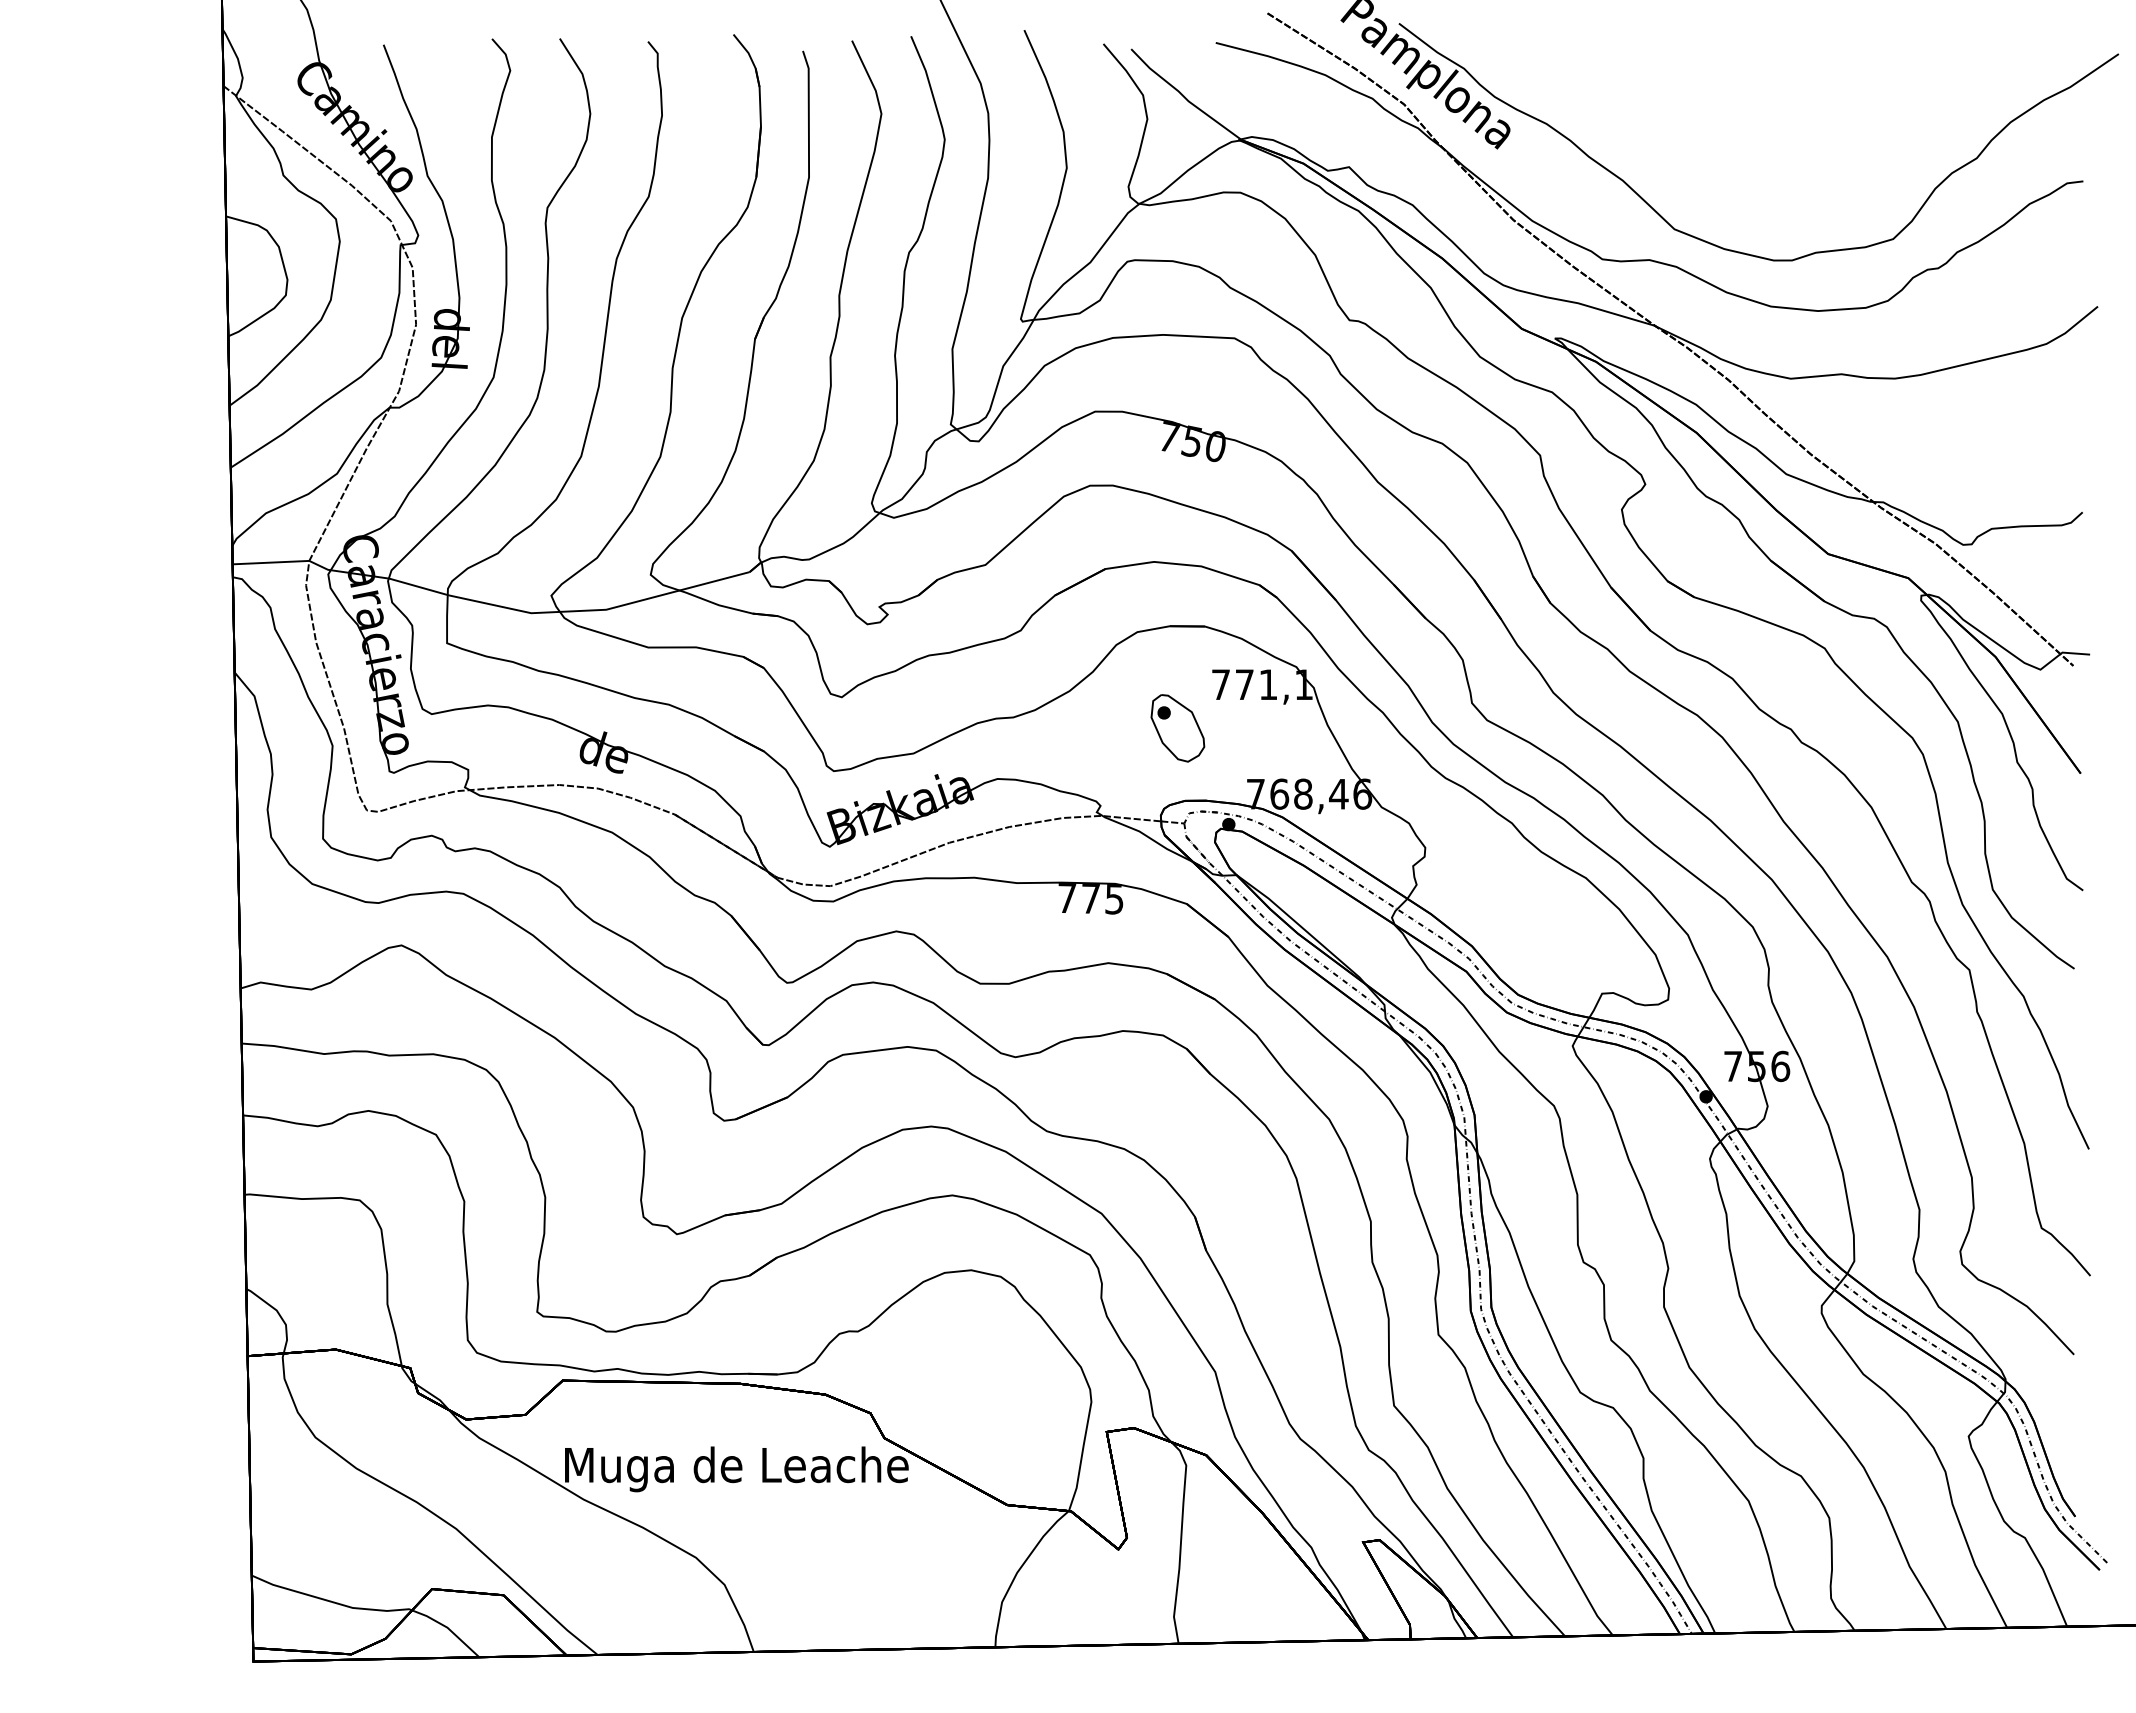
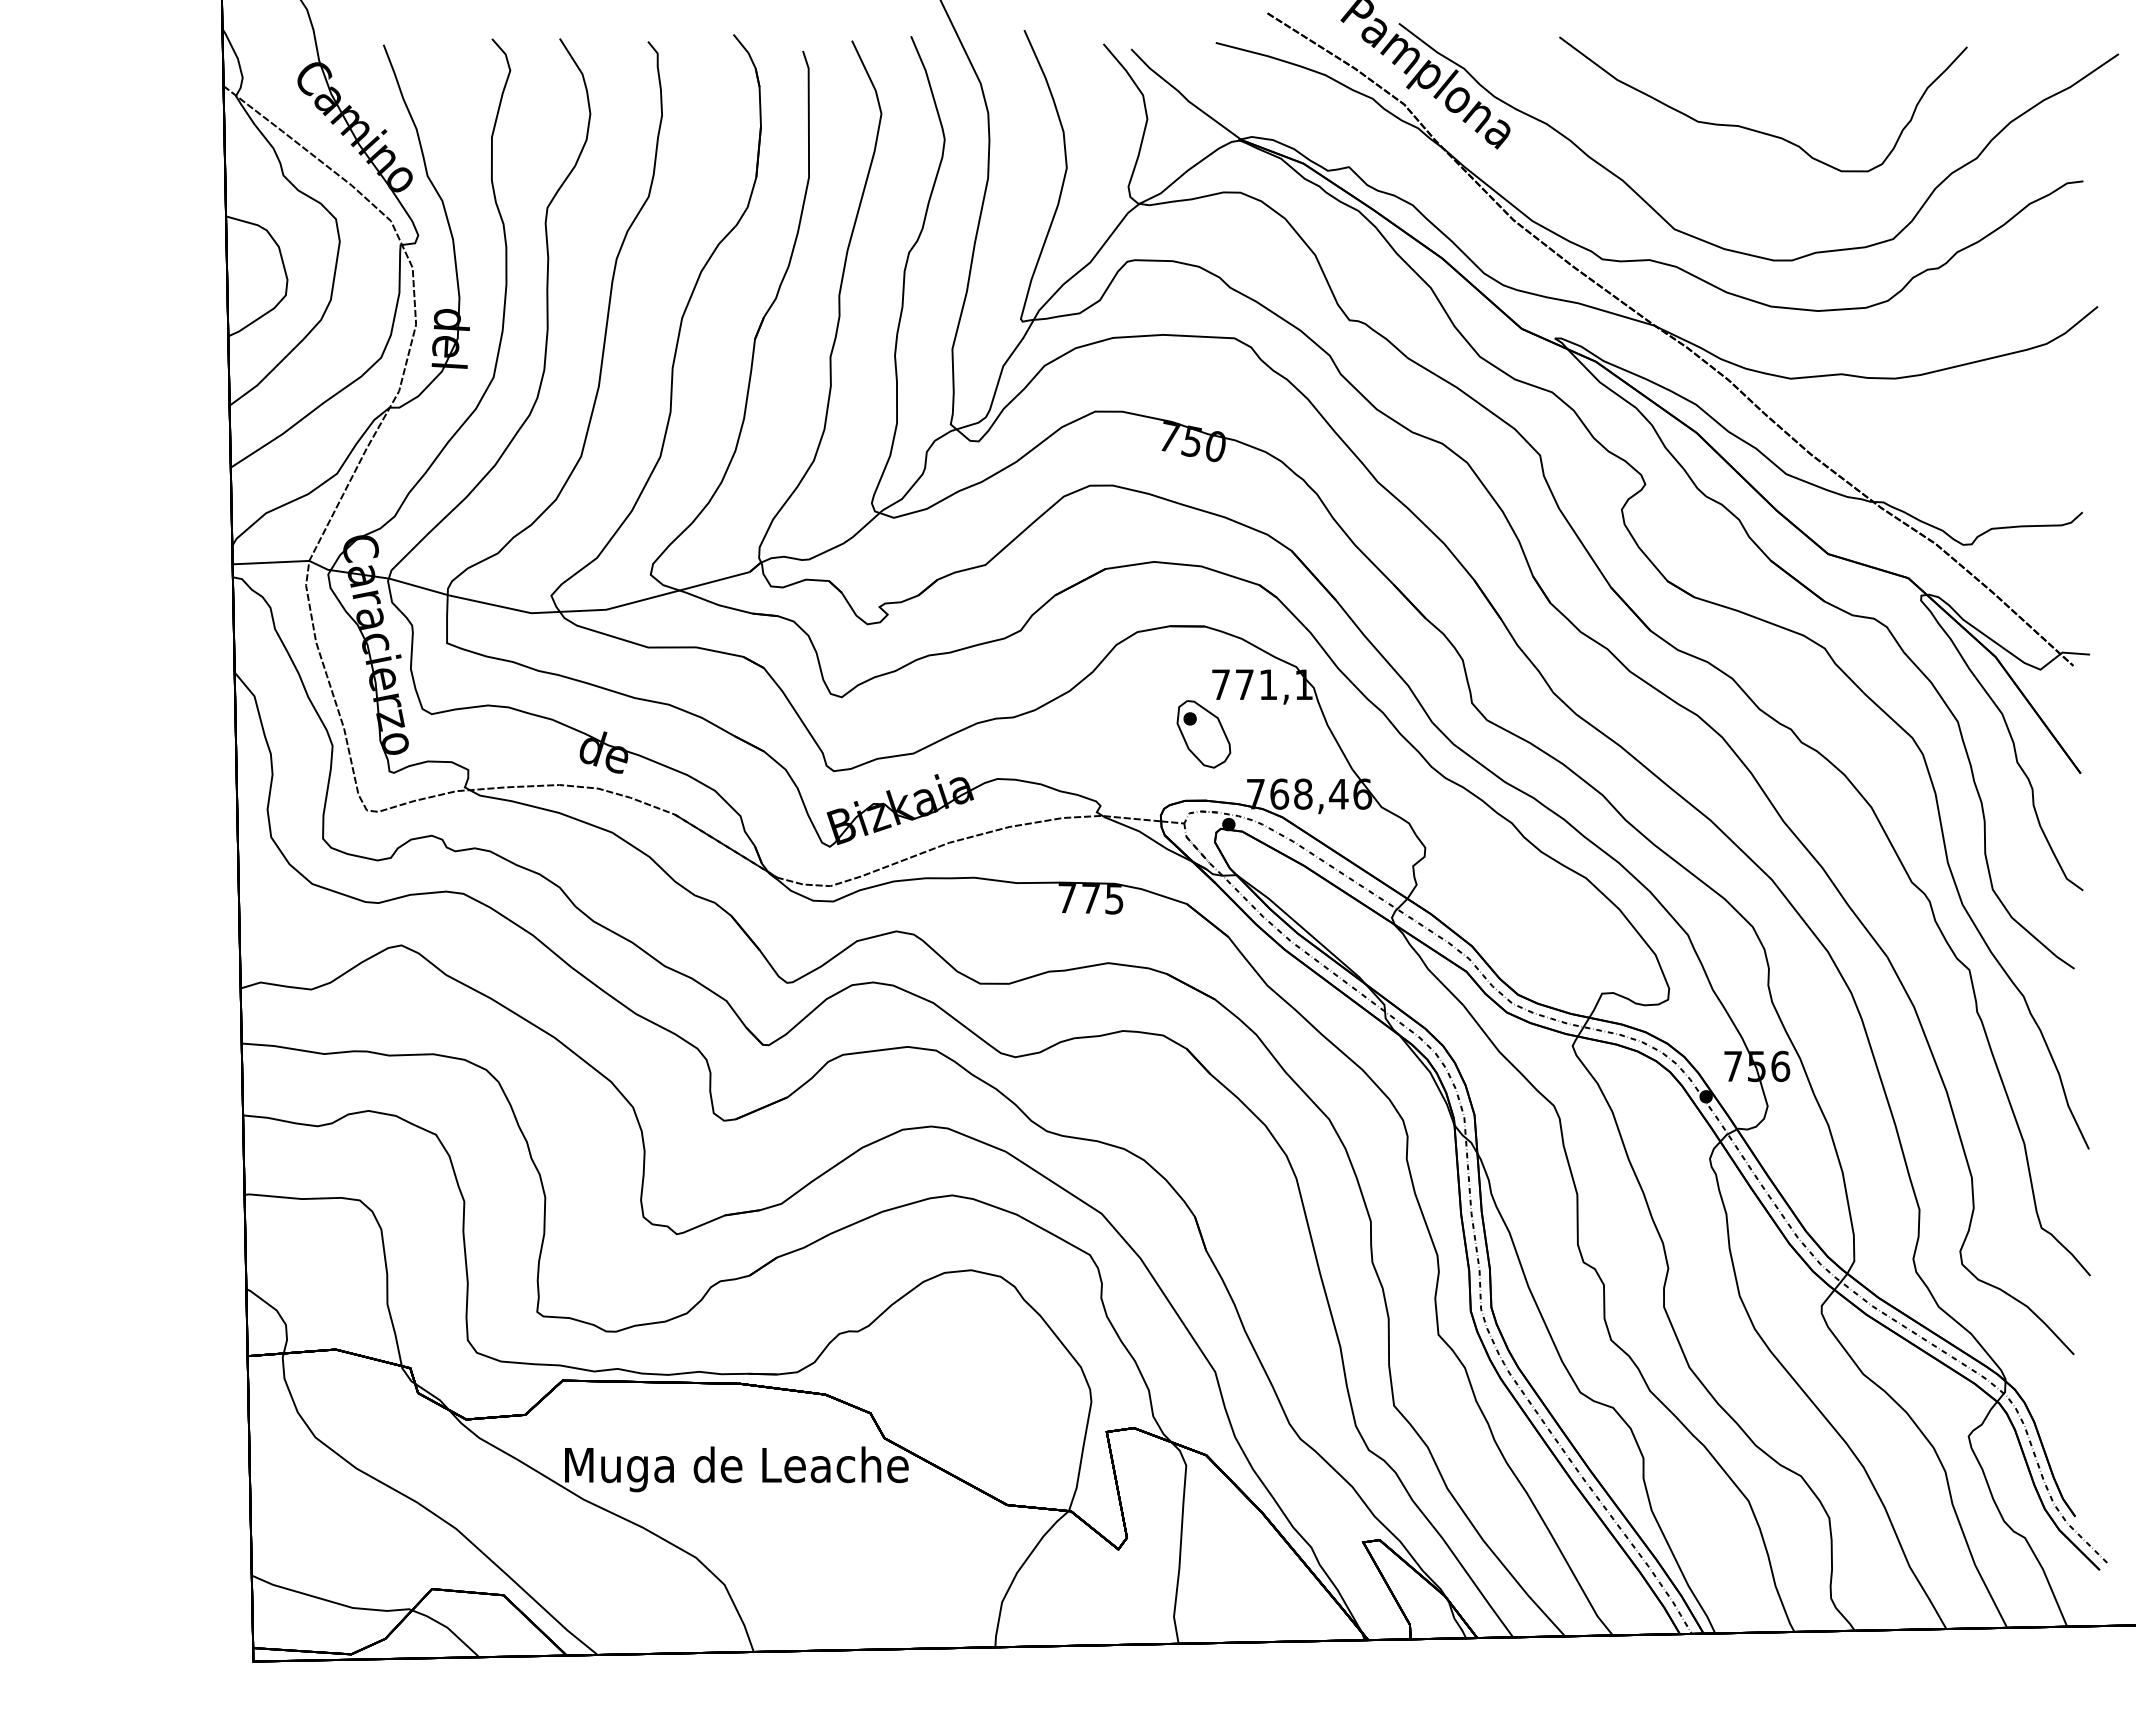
curve at (1758, 130): none -> present
part at (1177, 728) position: (1177, 728) -> (1203, 734)
